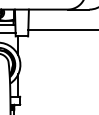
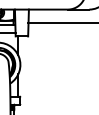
line at (61, 30) position: (61, 30) -> (61, 23)
